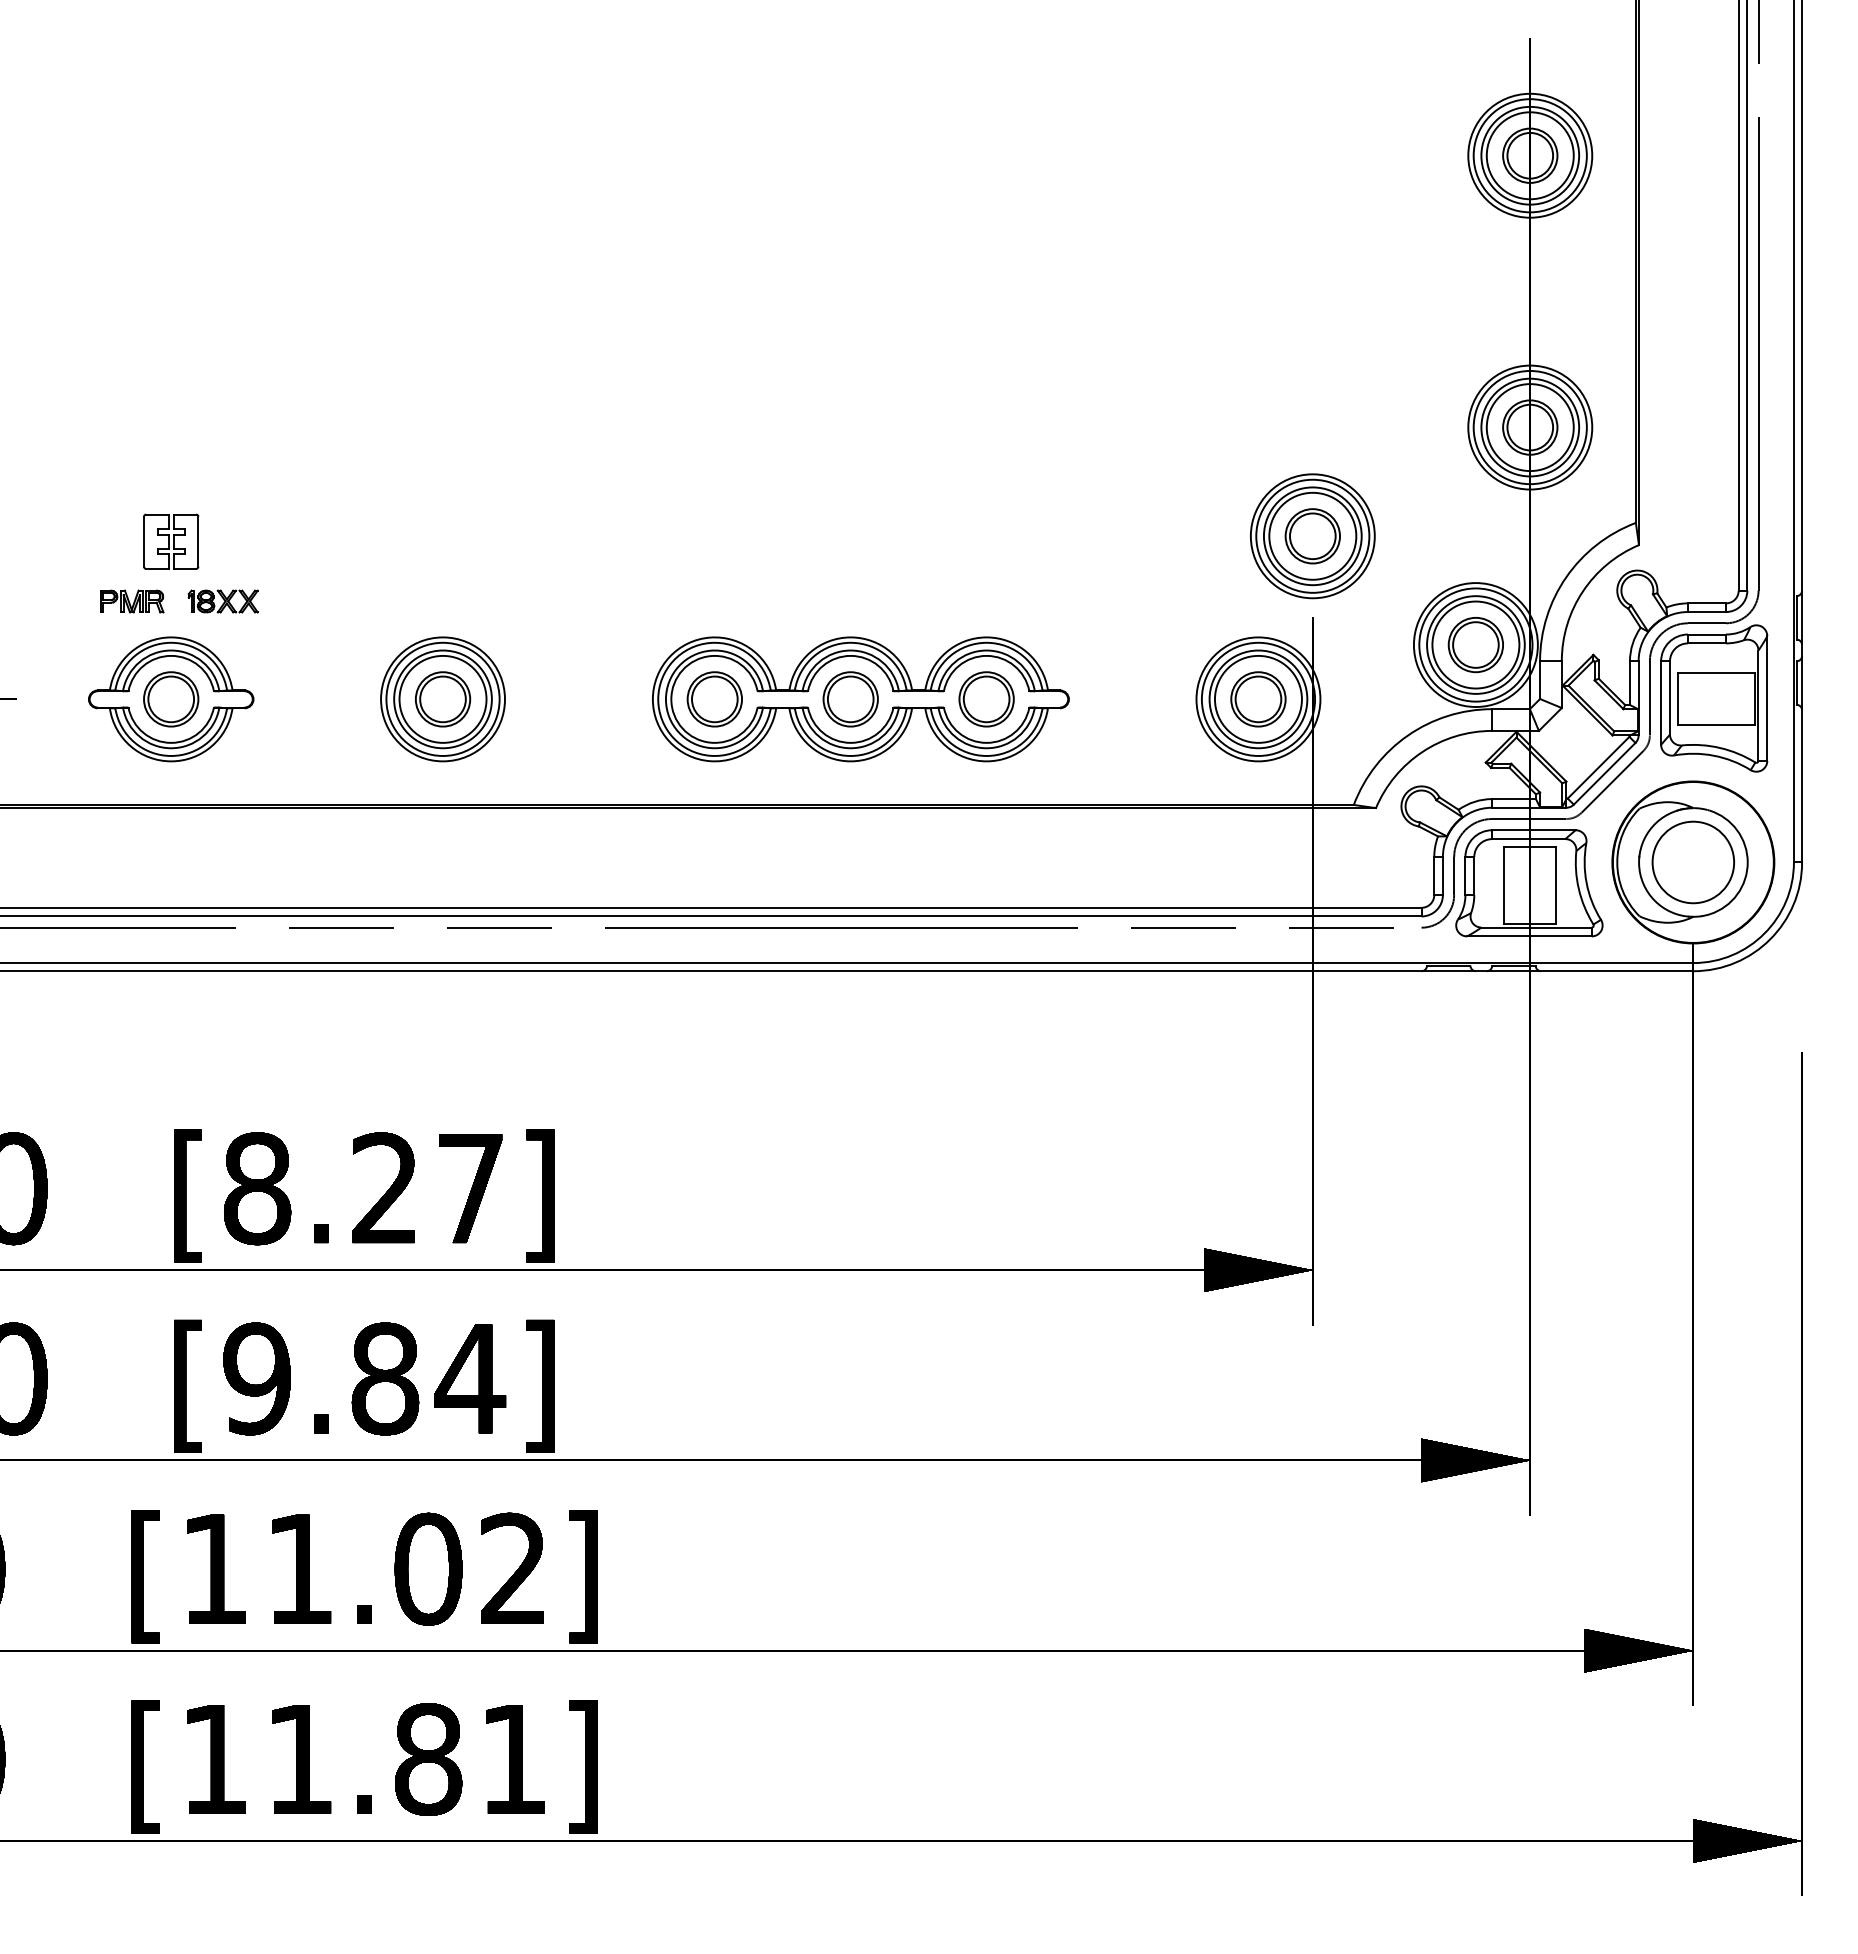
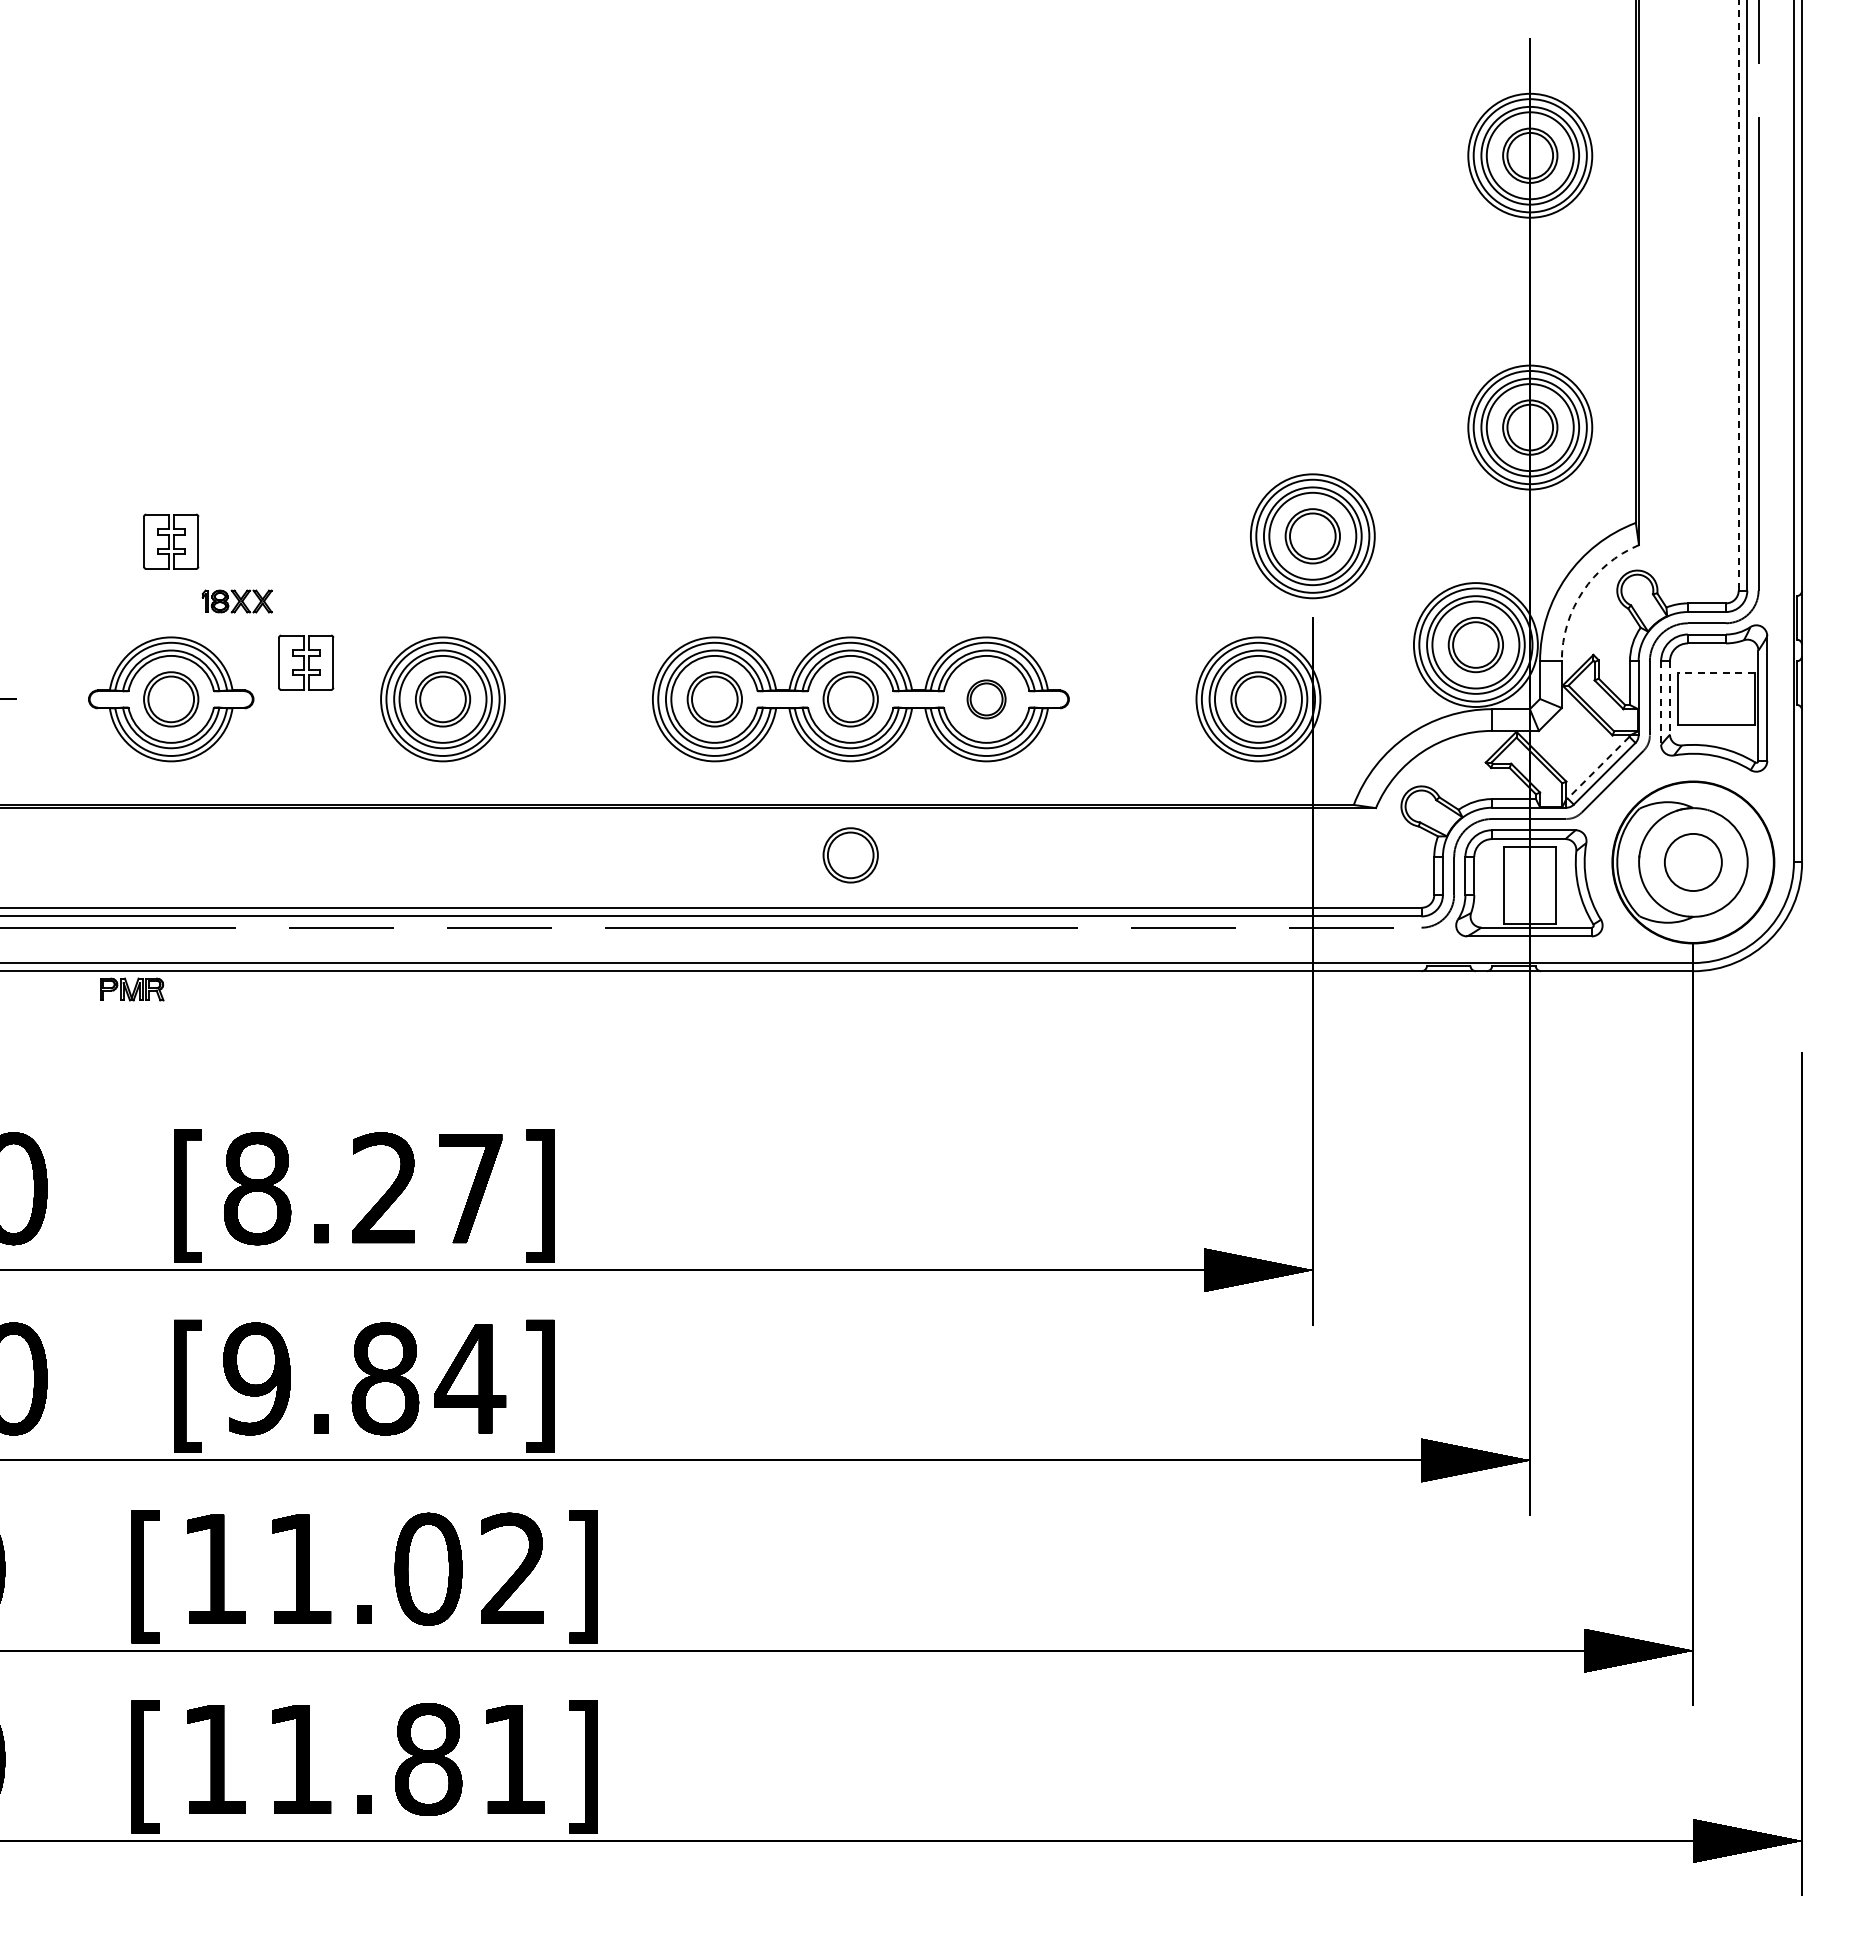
line at (1738, 295): solid -> dashed
arc at (1582, 591): solid -> dashed
part at (132, 601) position: (132, 601) -> (132, 989)
part at (222, 601) position: (222, 601) -> (236, 601)
part at (306, 662): none -> present
line at (1715, 672): solid -> dashed
line at (1669, 697): solid -> dashed
part at (986, 699) size: 57x57 px -> 41x41 px
line at (1661, 703): solid -> dashed
line at (1598, 767): solid -> dashed
part at (850, 855): none -> present
circle at (1693, 862) diameter: 82 px -> 57 px
